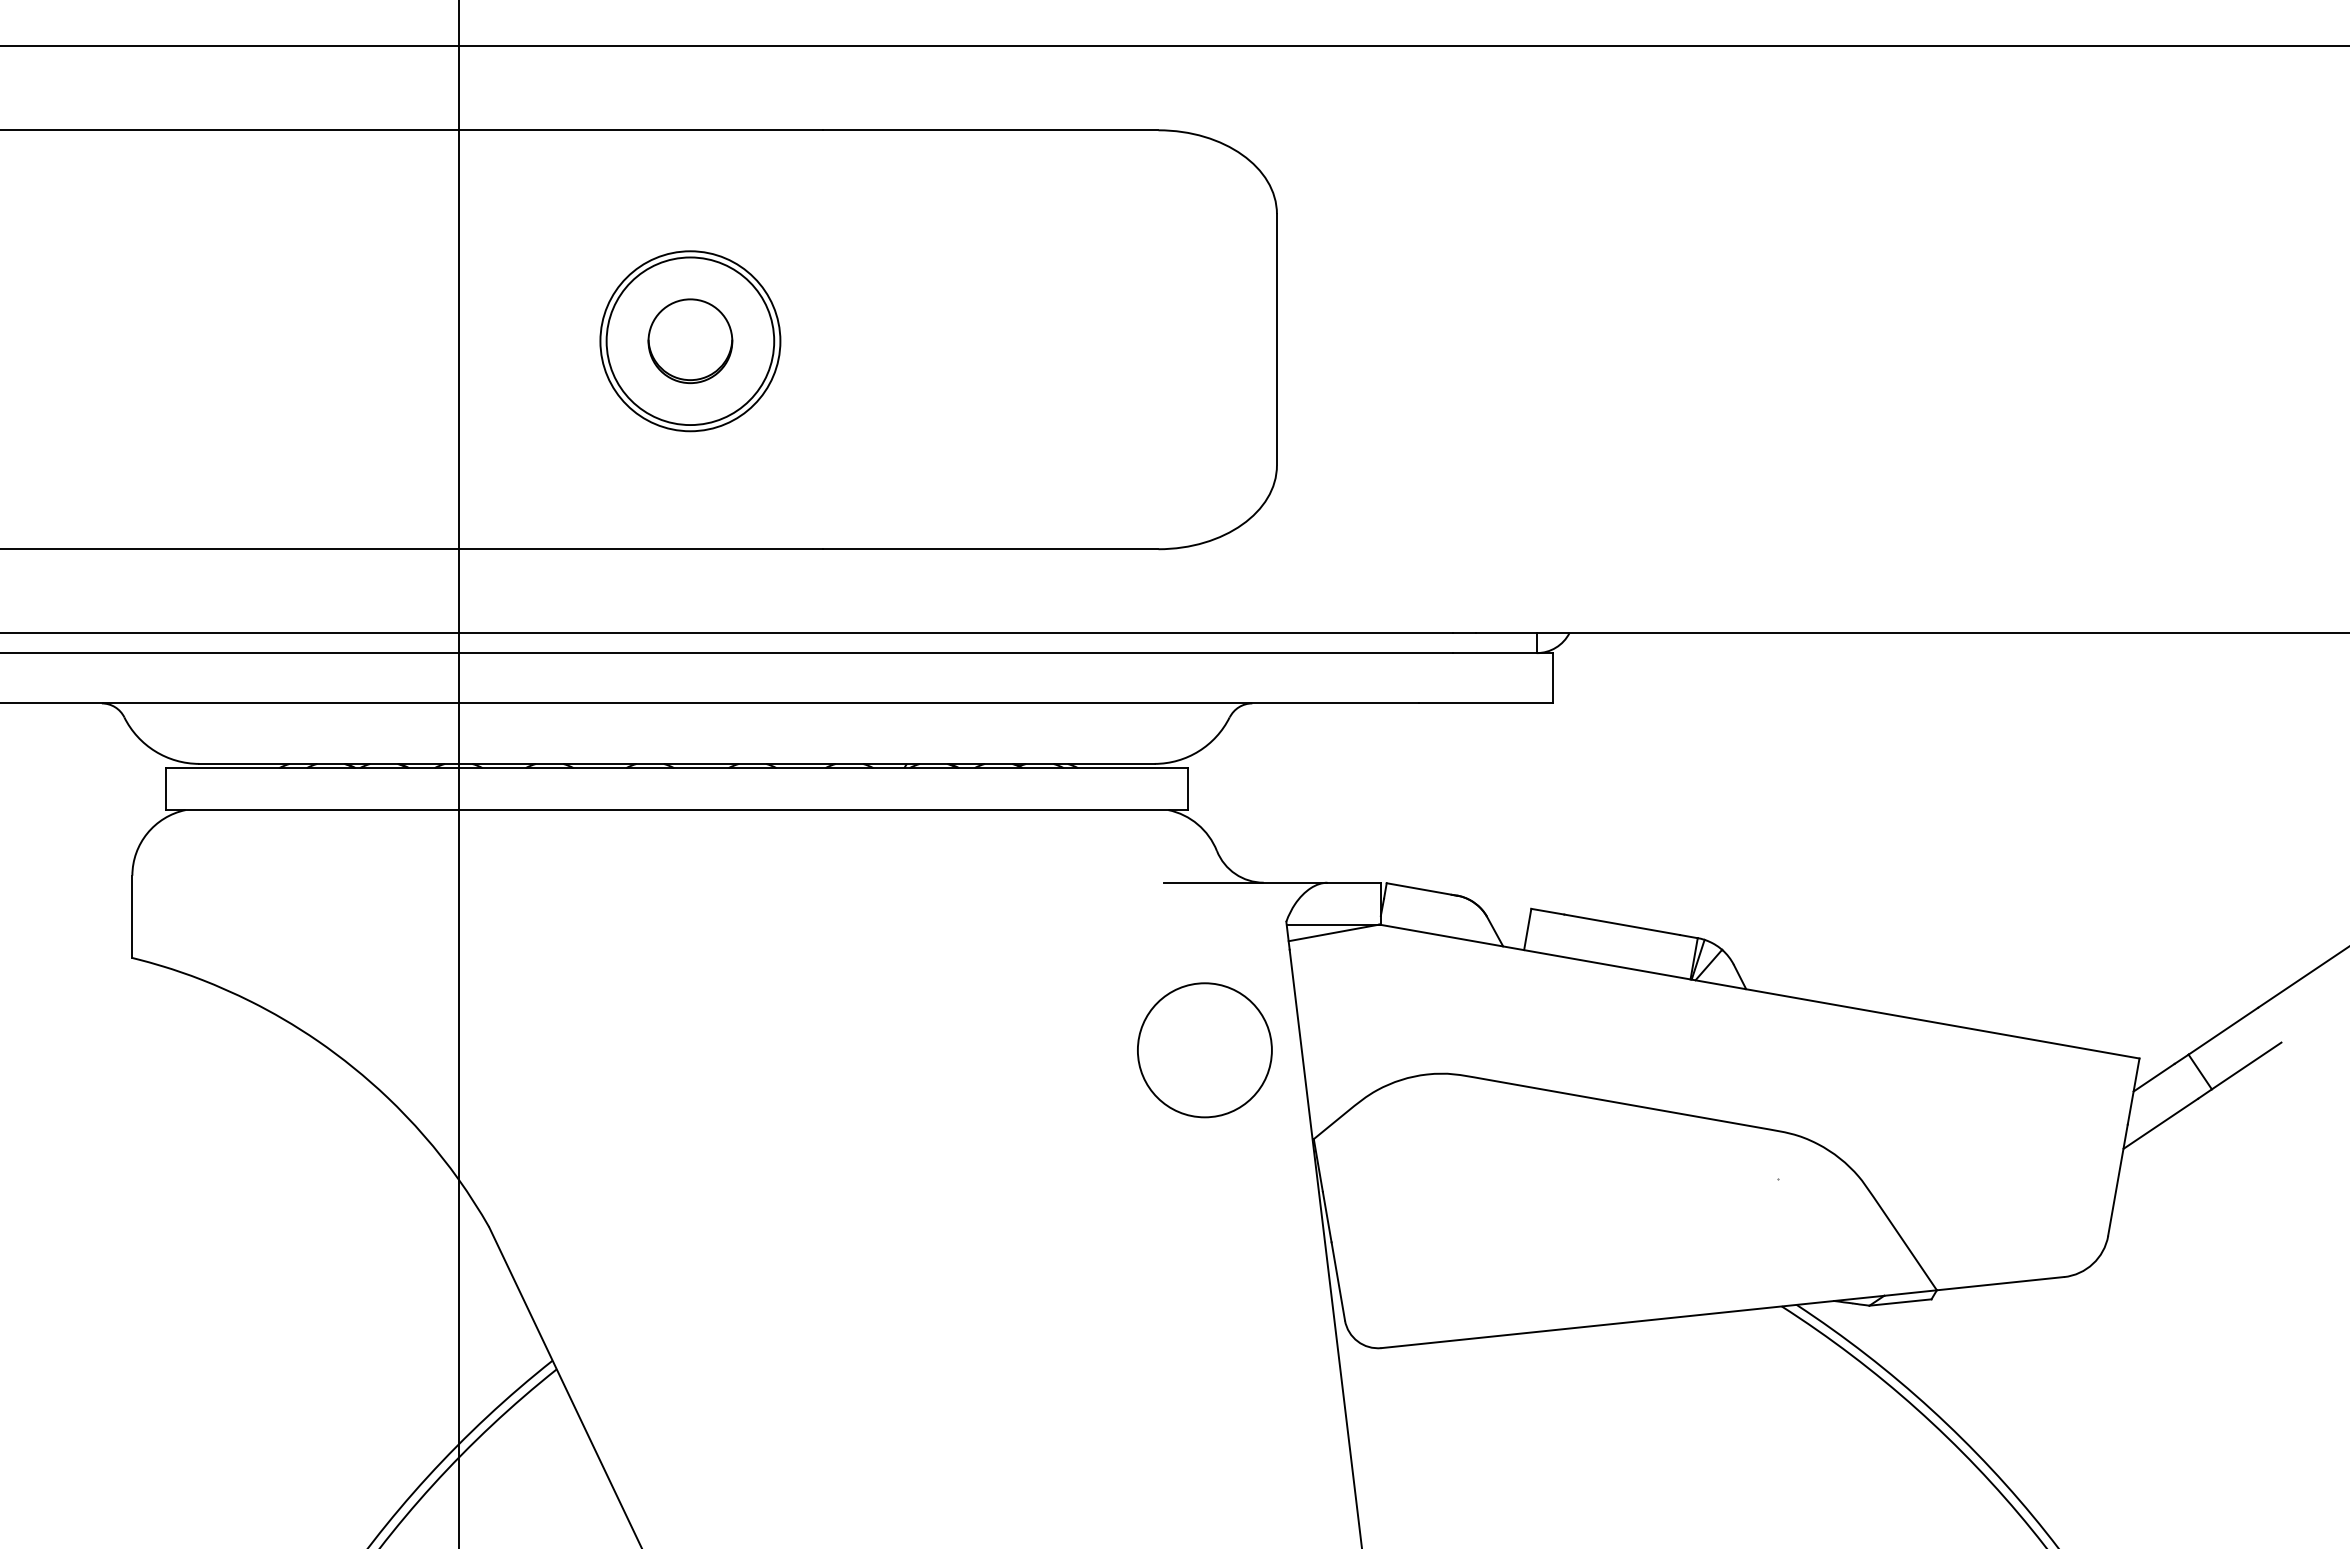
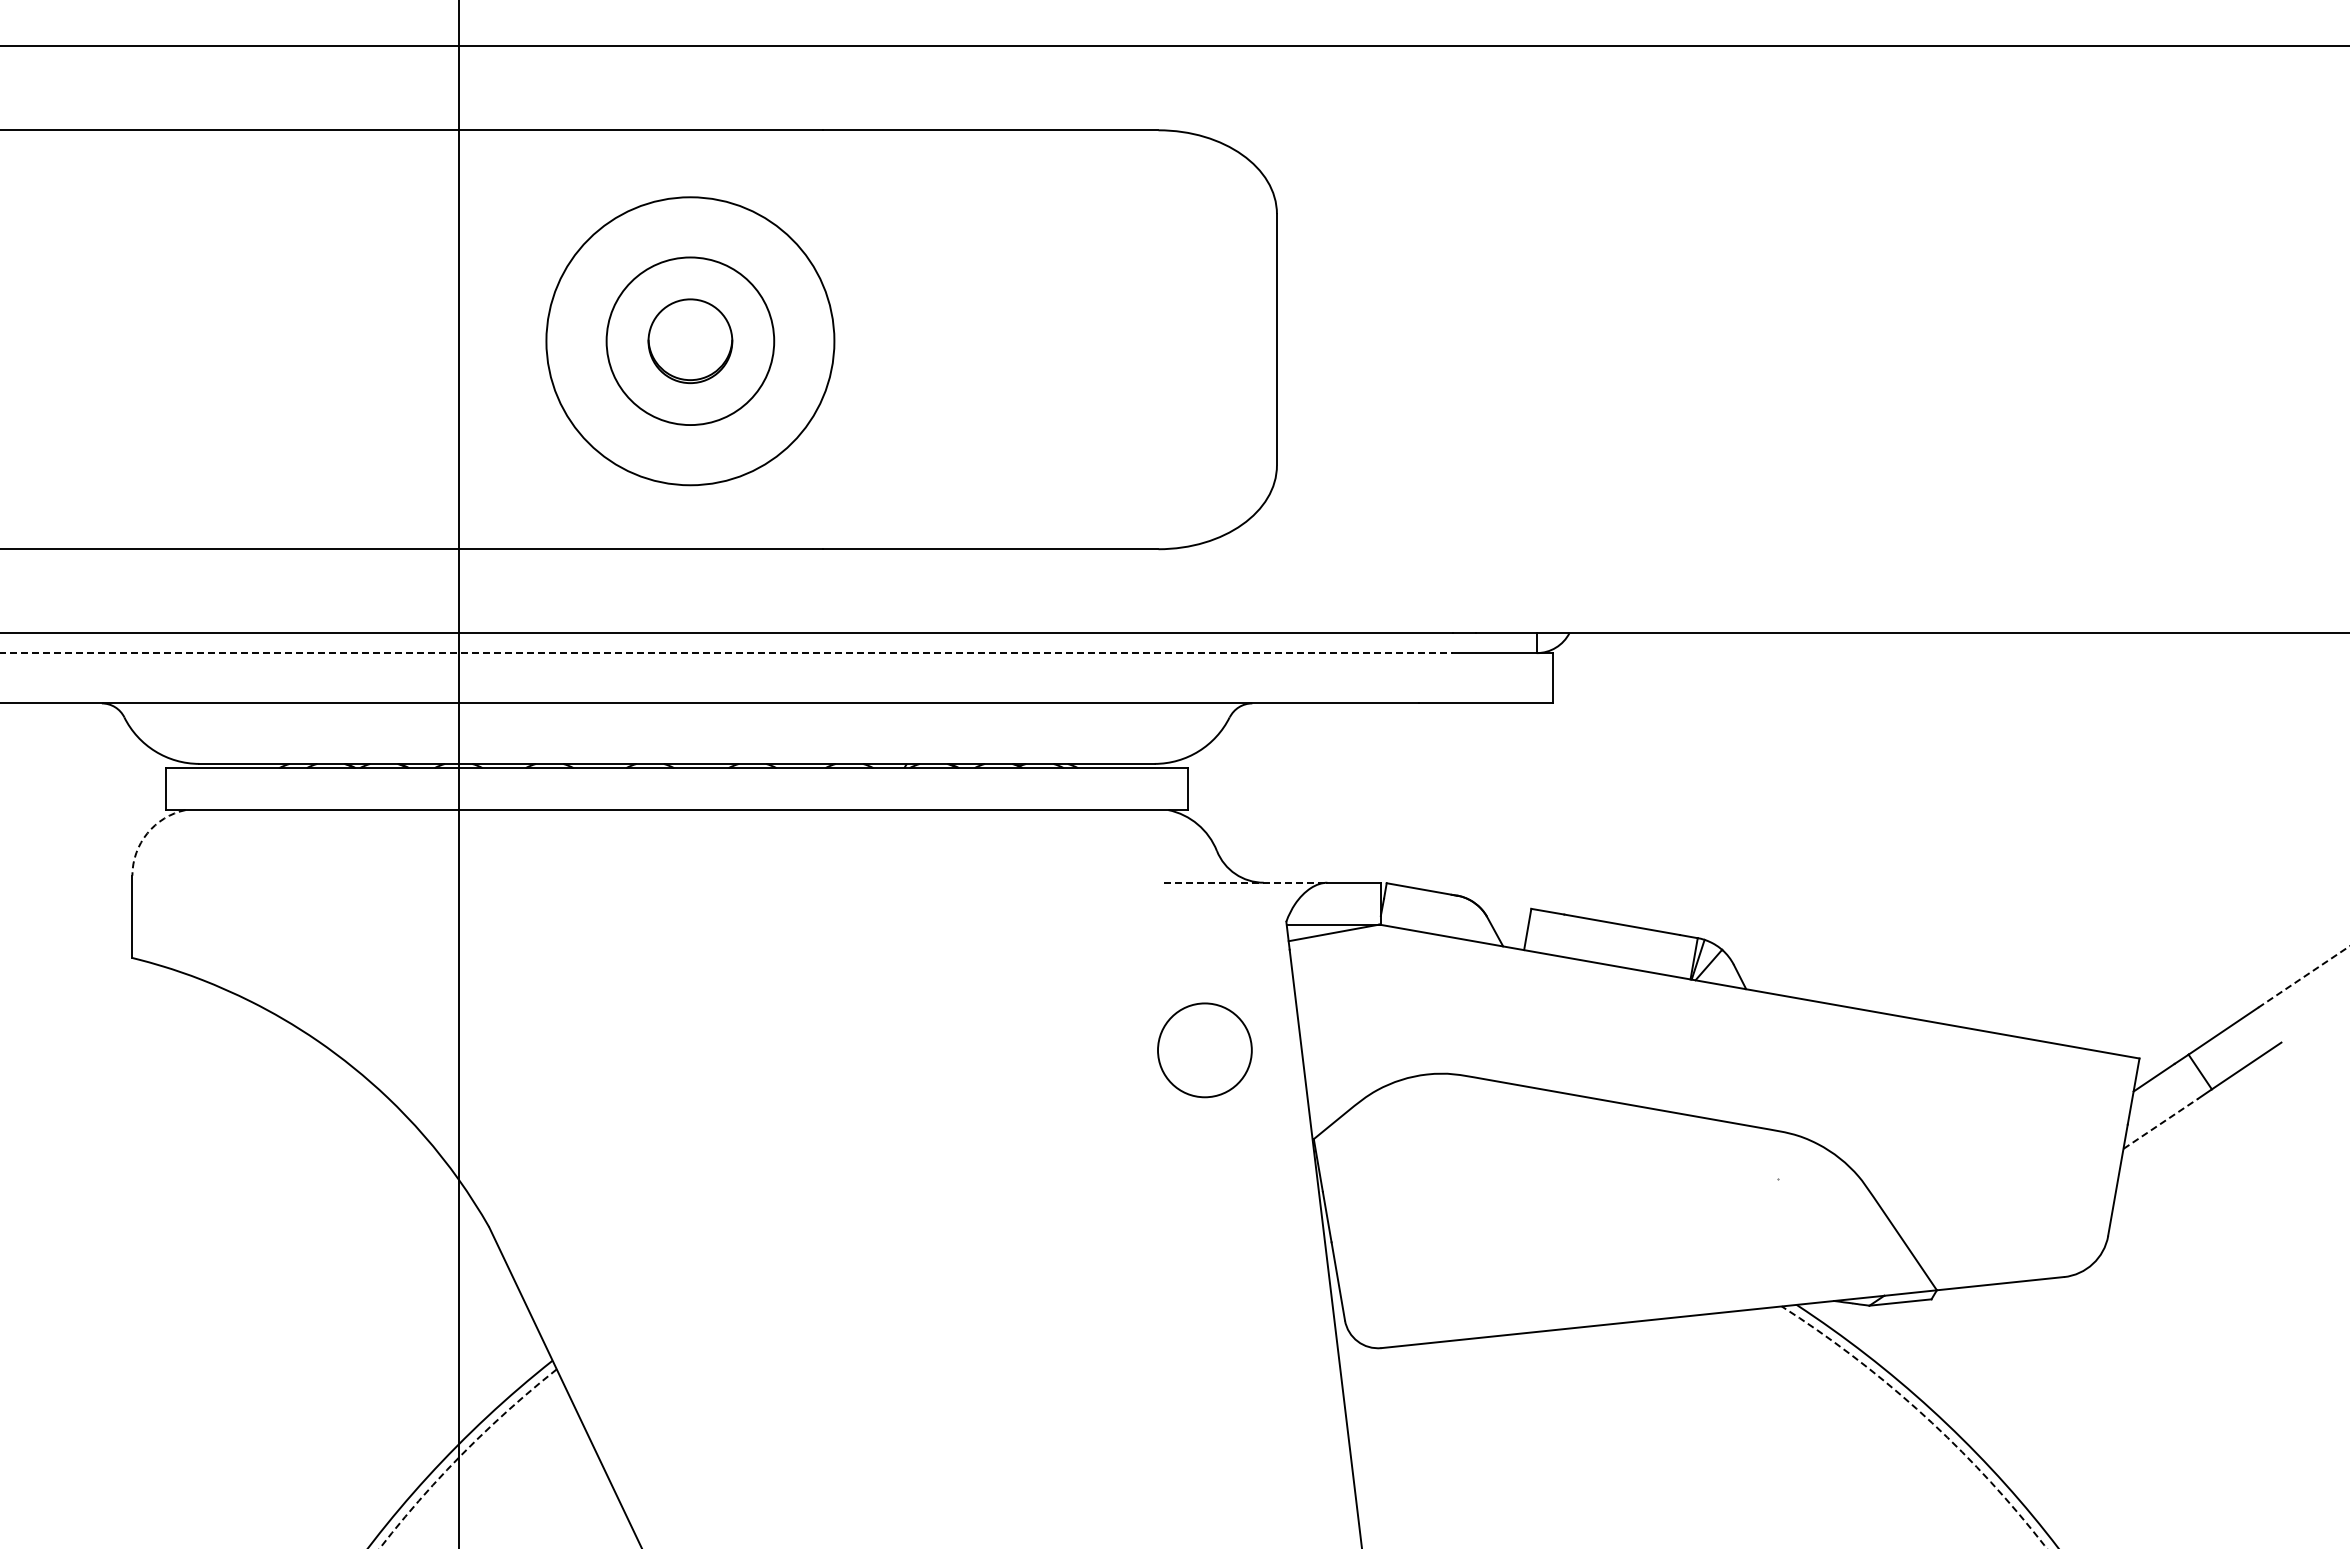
circle at (690, 341) diameter: 180 px -> 288 px
line at (726, 653): solid -> dashed
arc at (147, 833): solid -> dashed
line at (1245, 882): solid -> dashed
line at (2303, 977): solid -> dashed
circle at (1204, 1050) size: 136x137 px -> 96x97 px
line at (2160, 1123): solid -> dashed
arc at (2012, 1506): solid -> dashed
